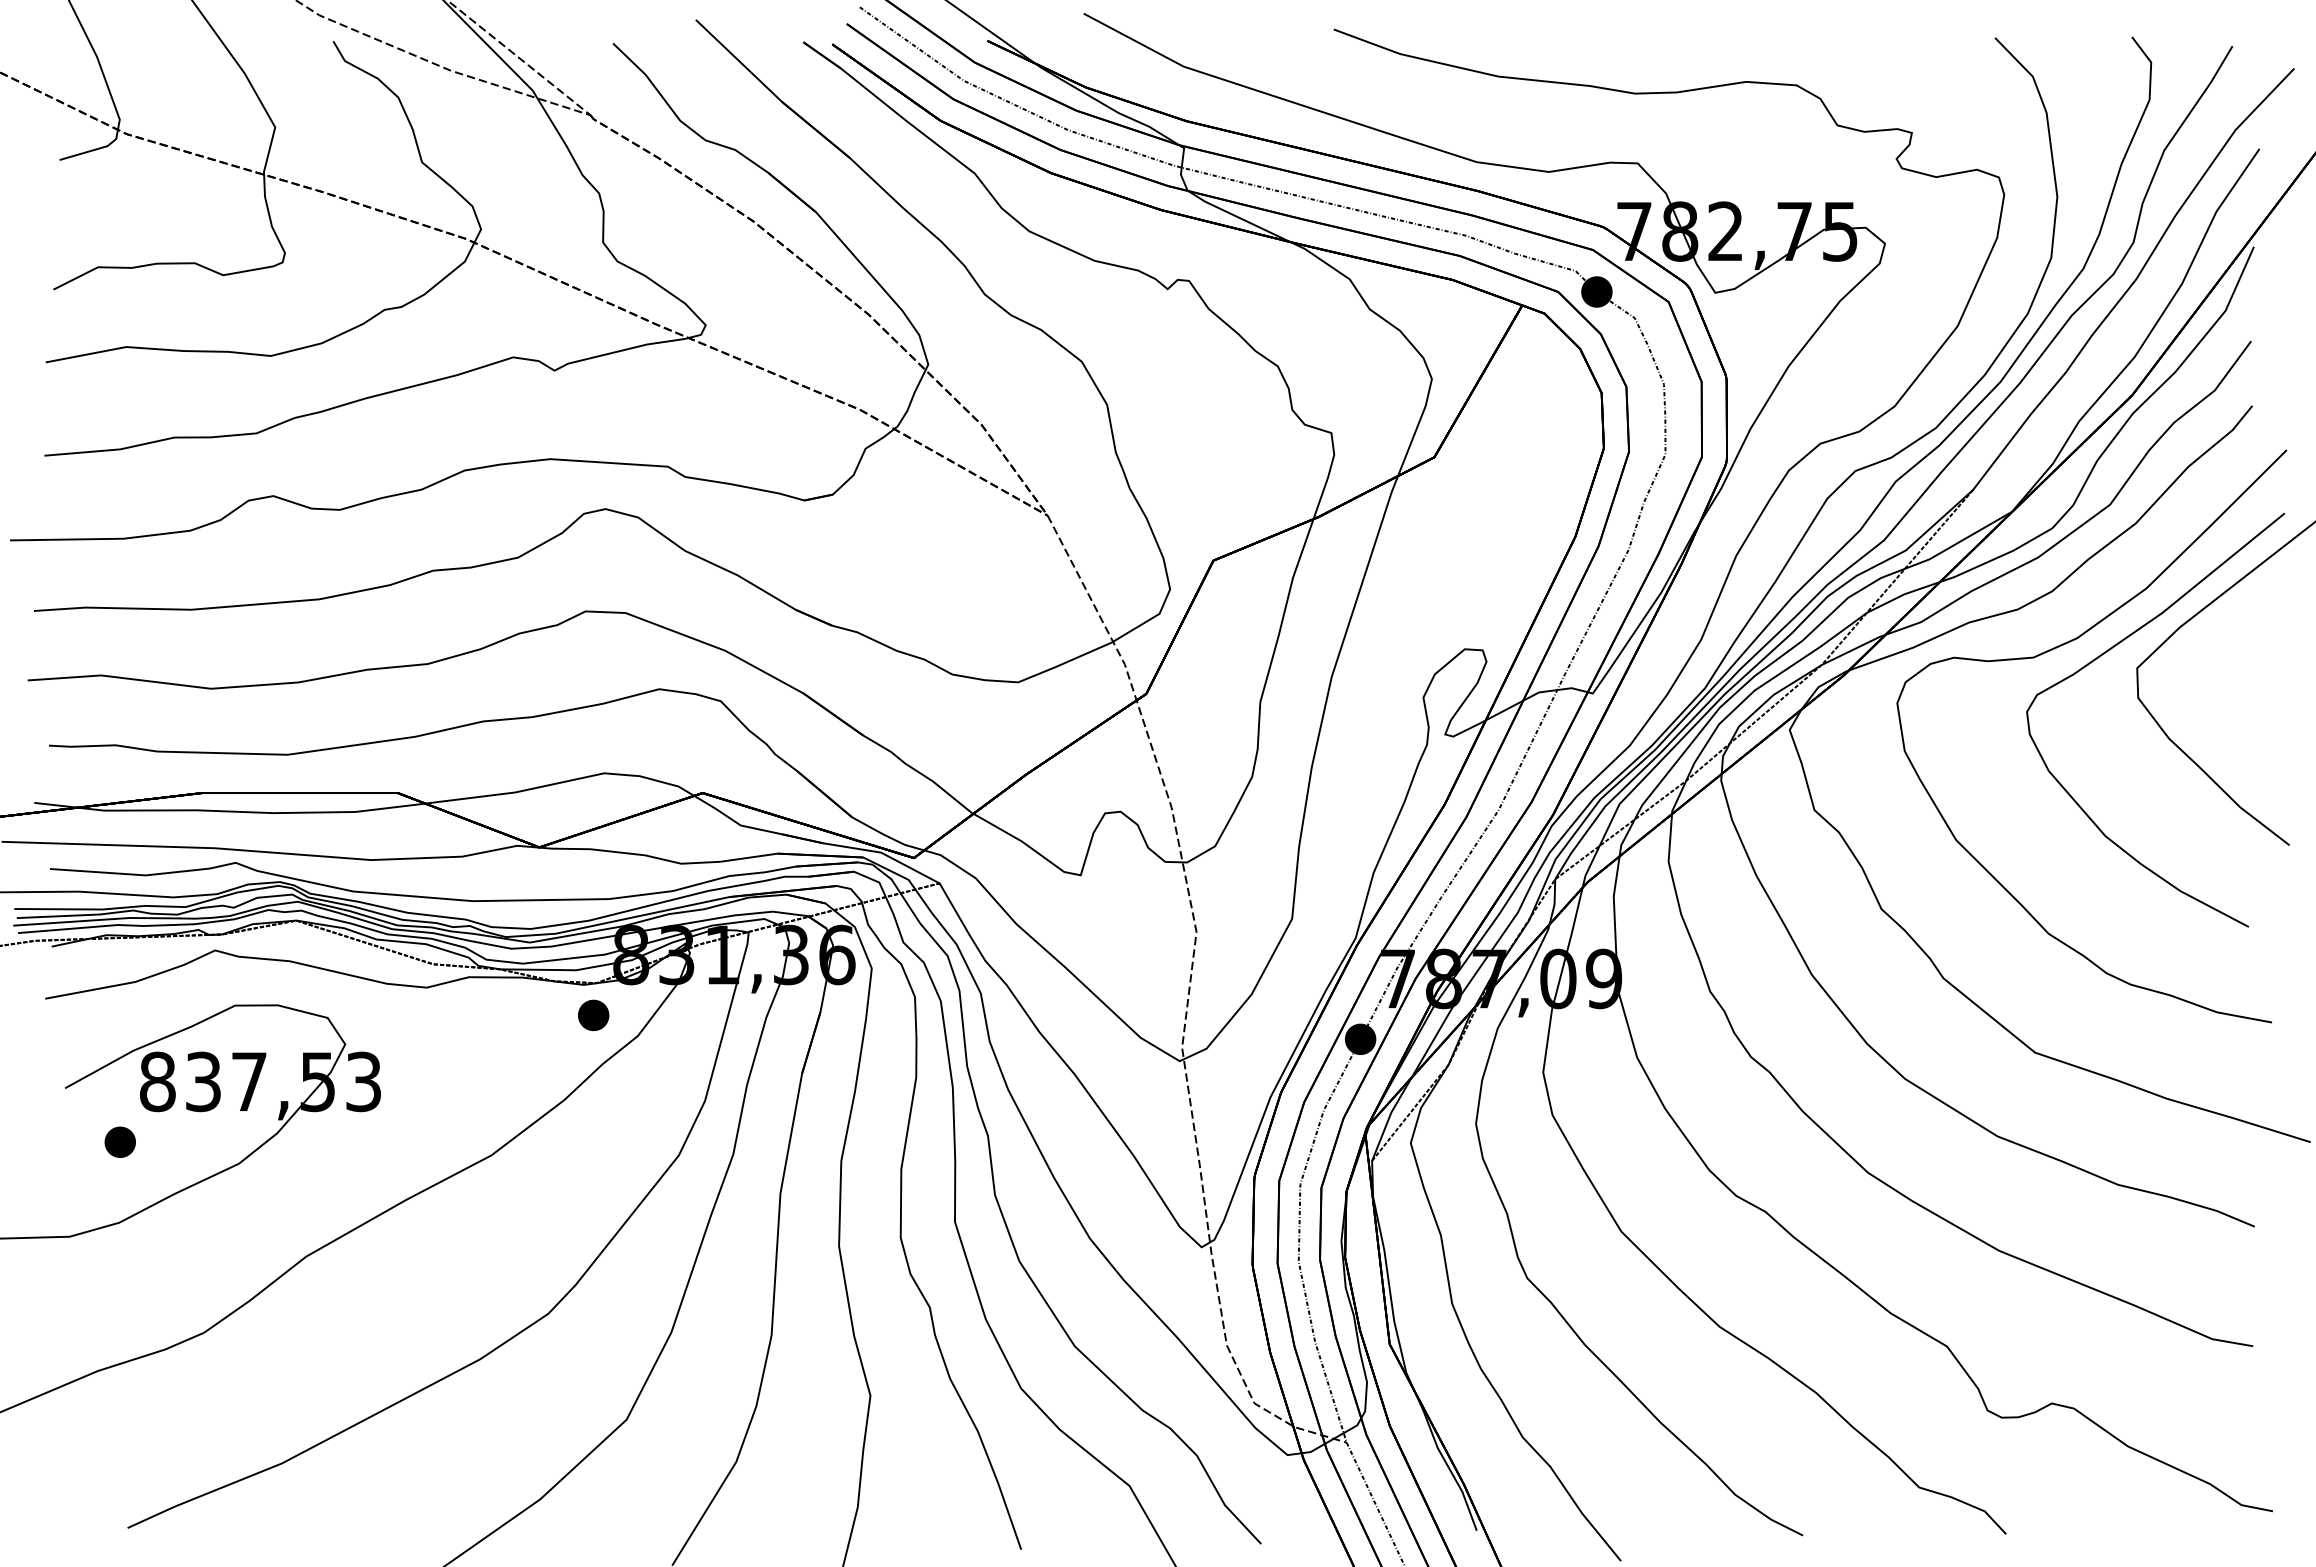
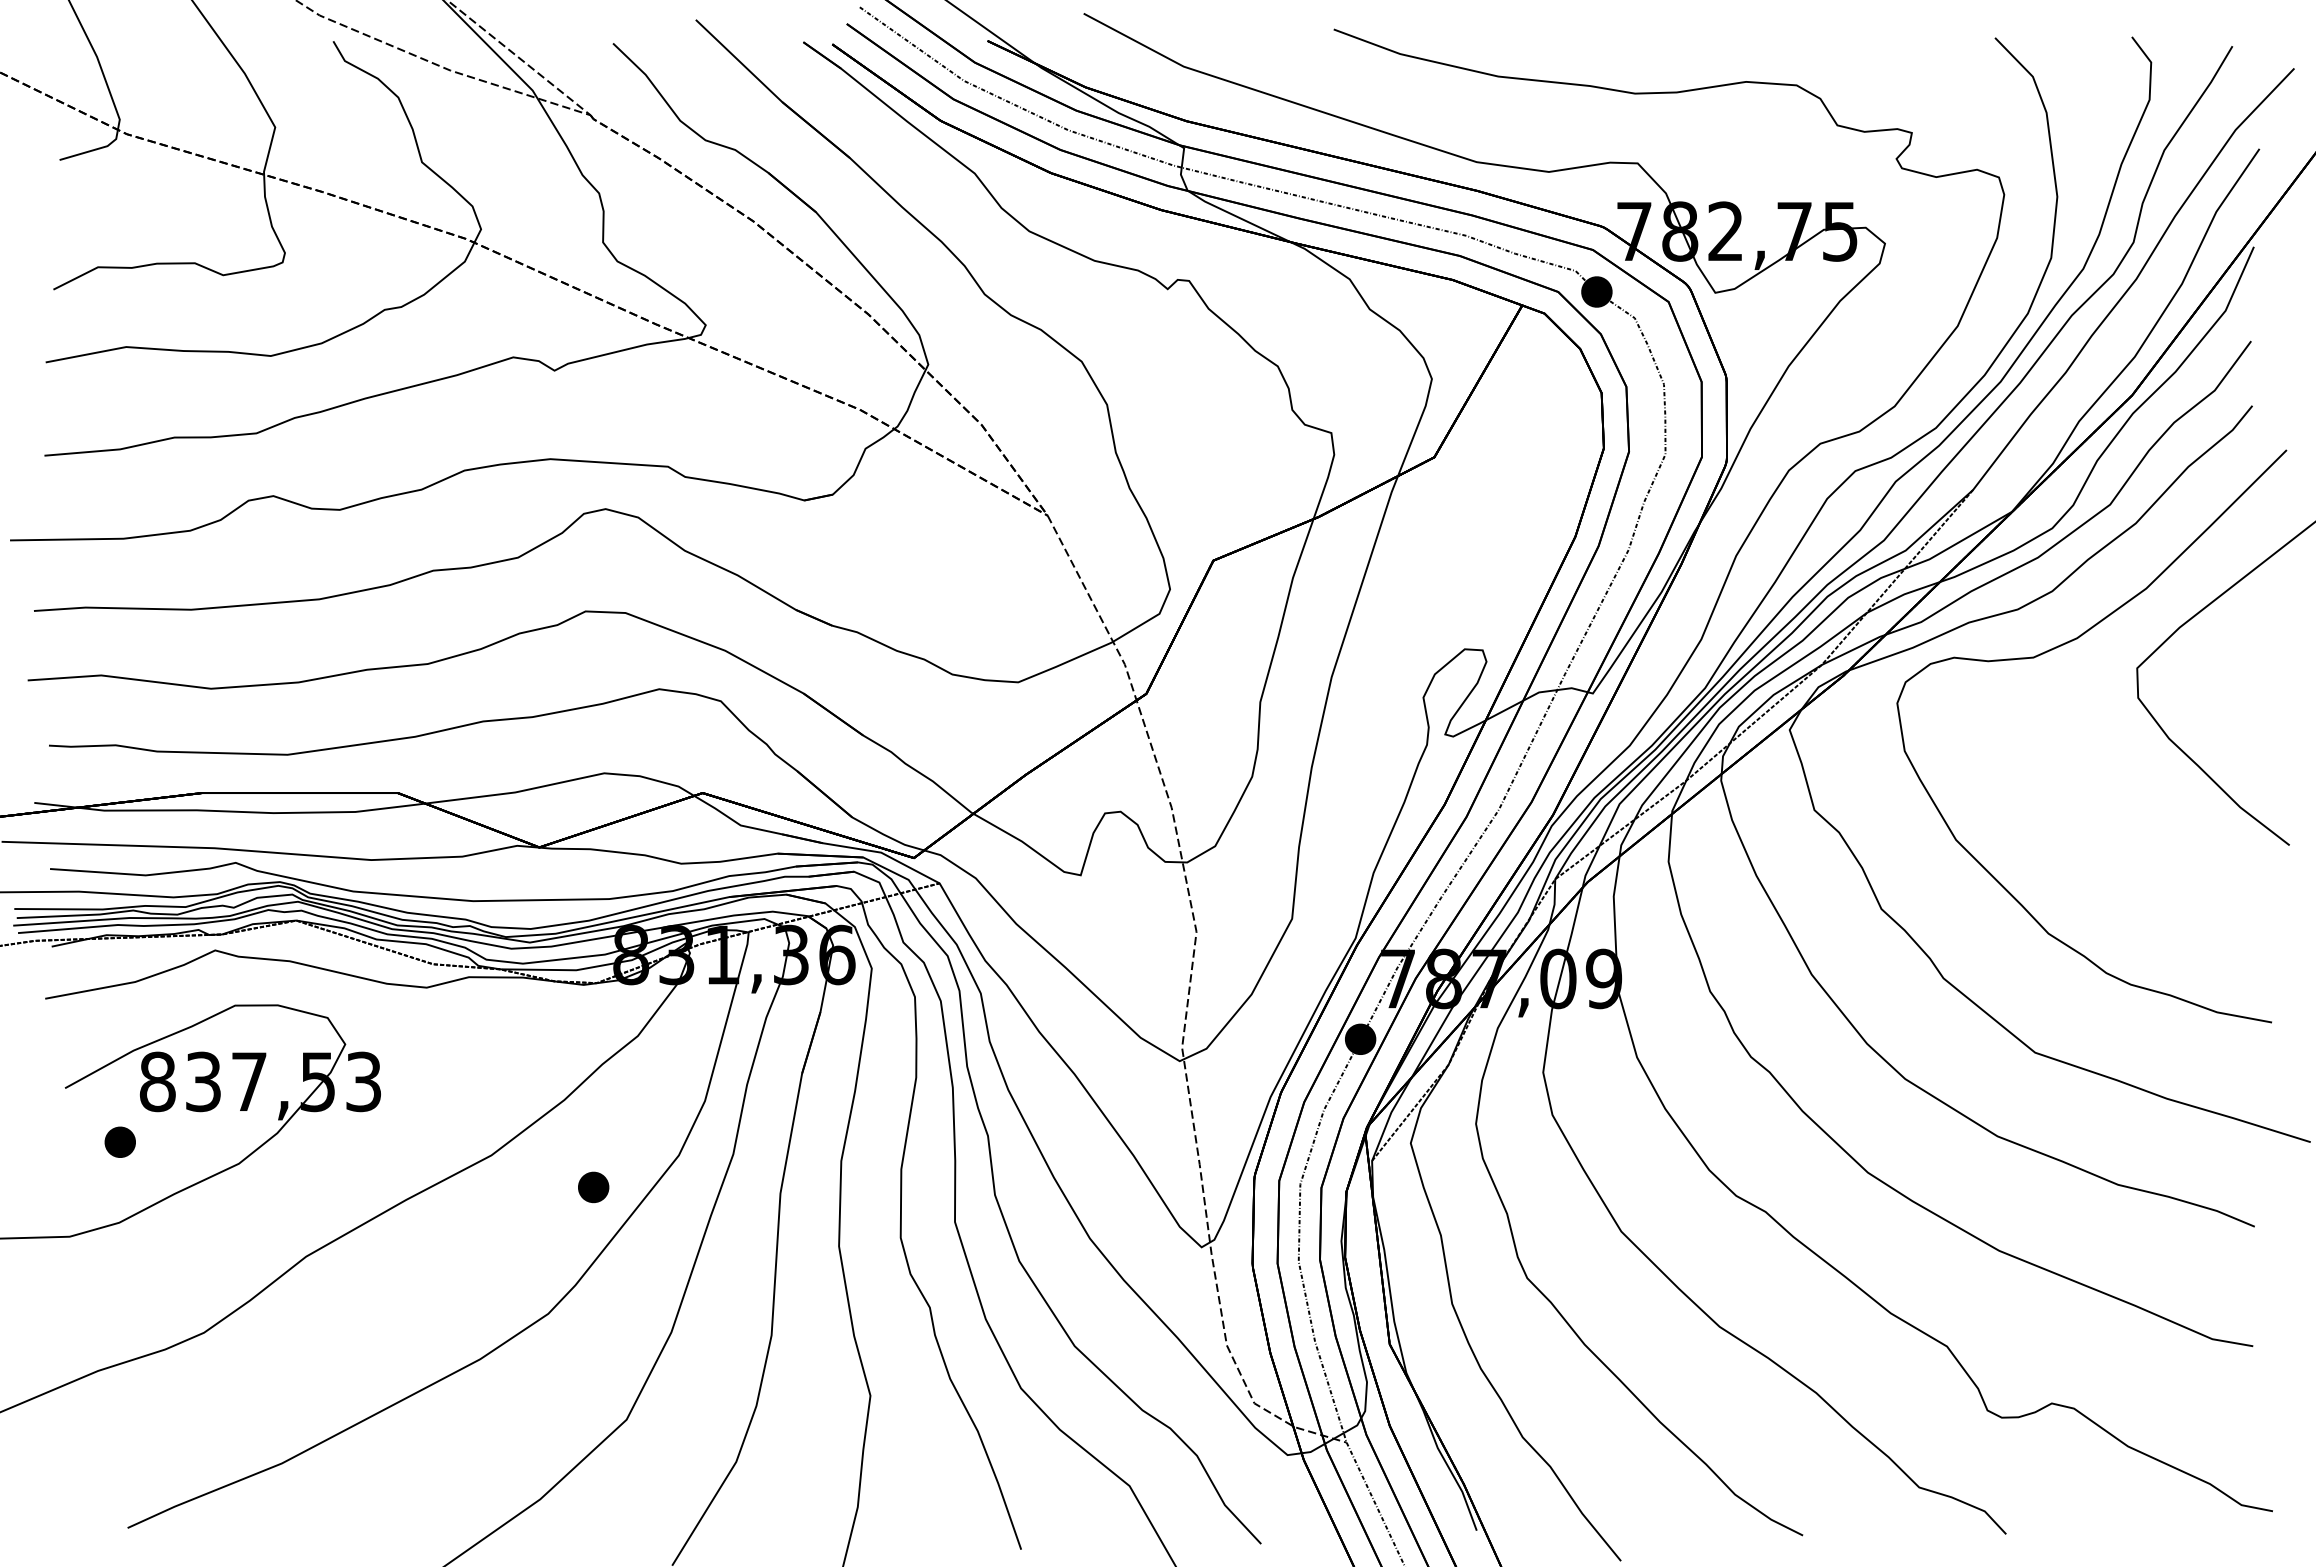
curve at (2107, 652): present -> none
part at (593, 1015) position: (593, 1015) -> (593, 1187)
